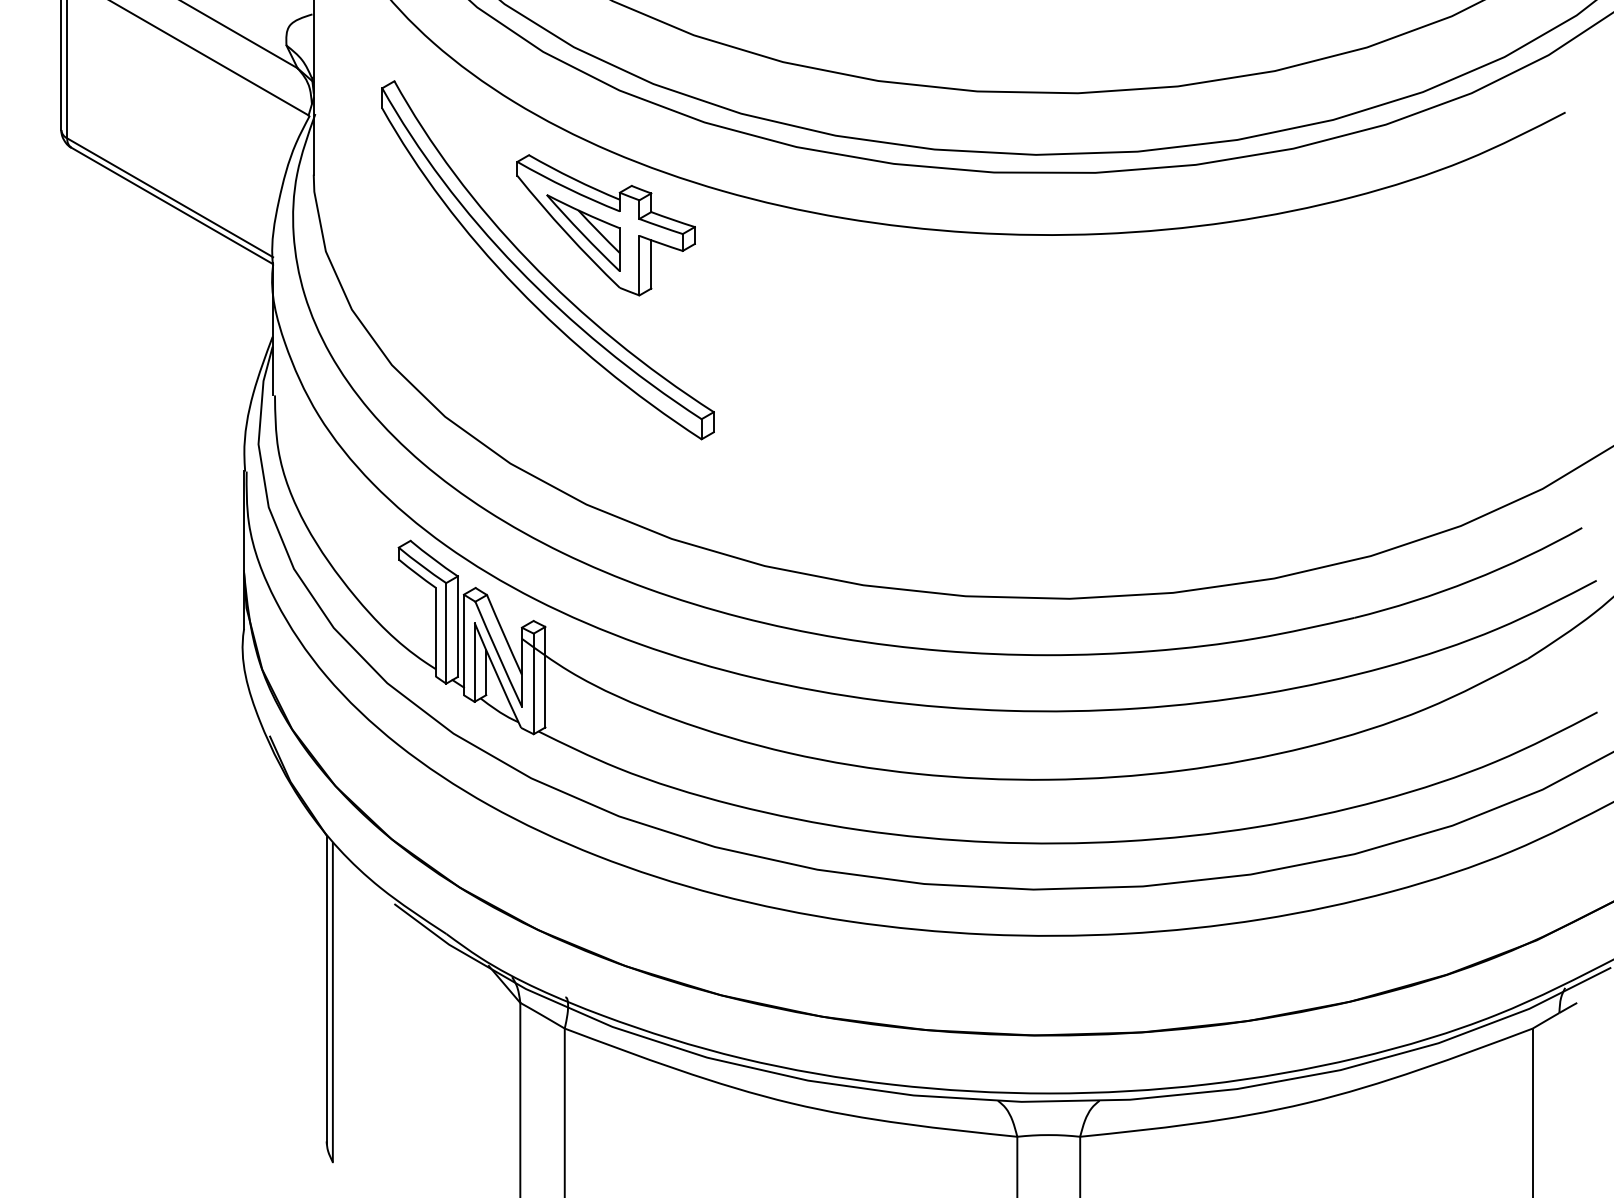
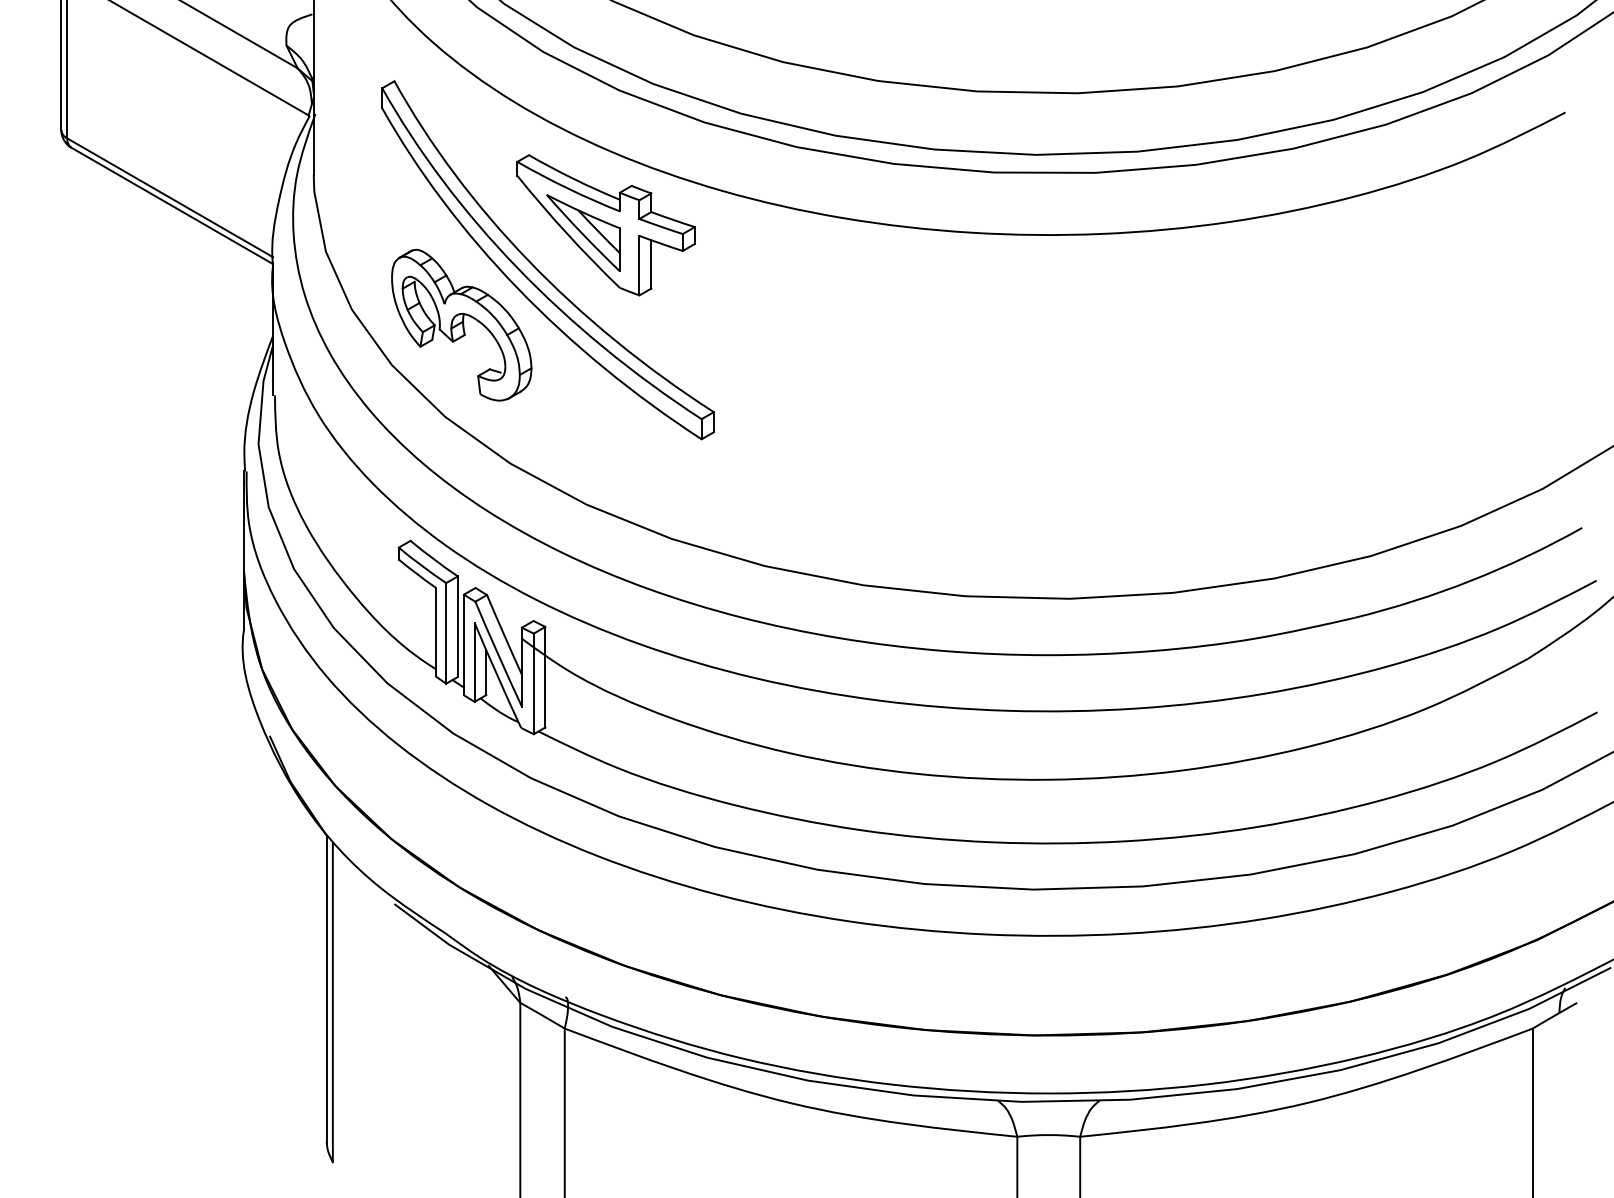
part at (461, 324): none -> present
